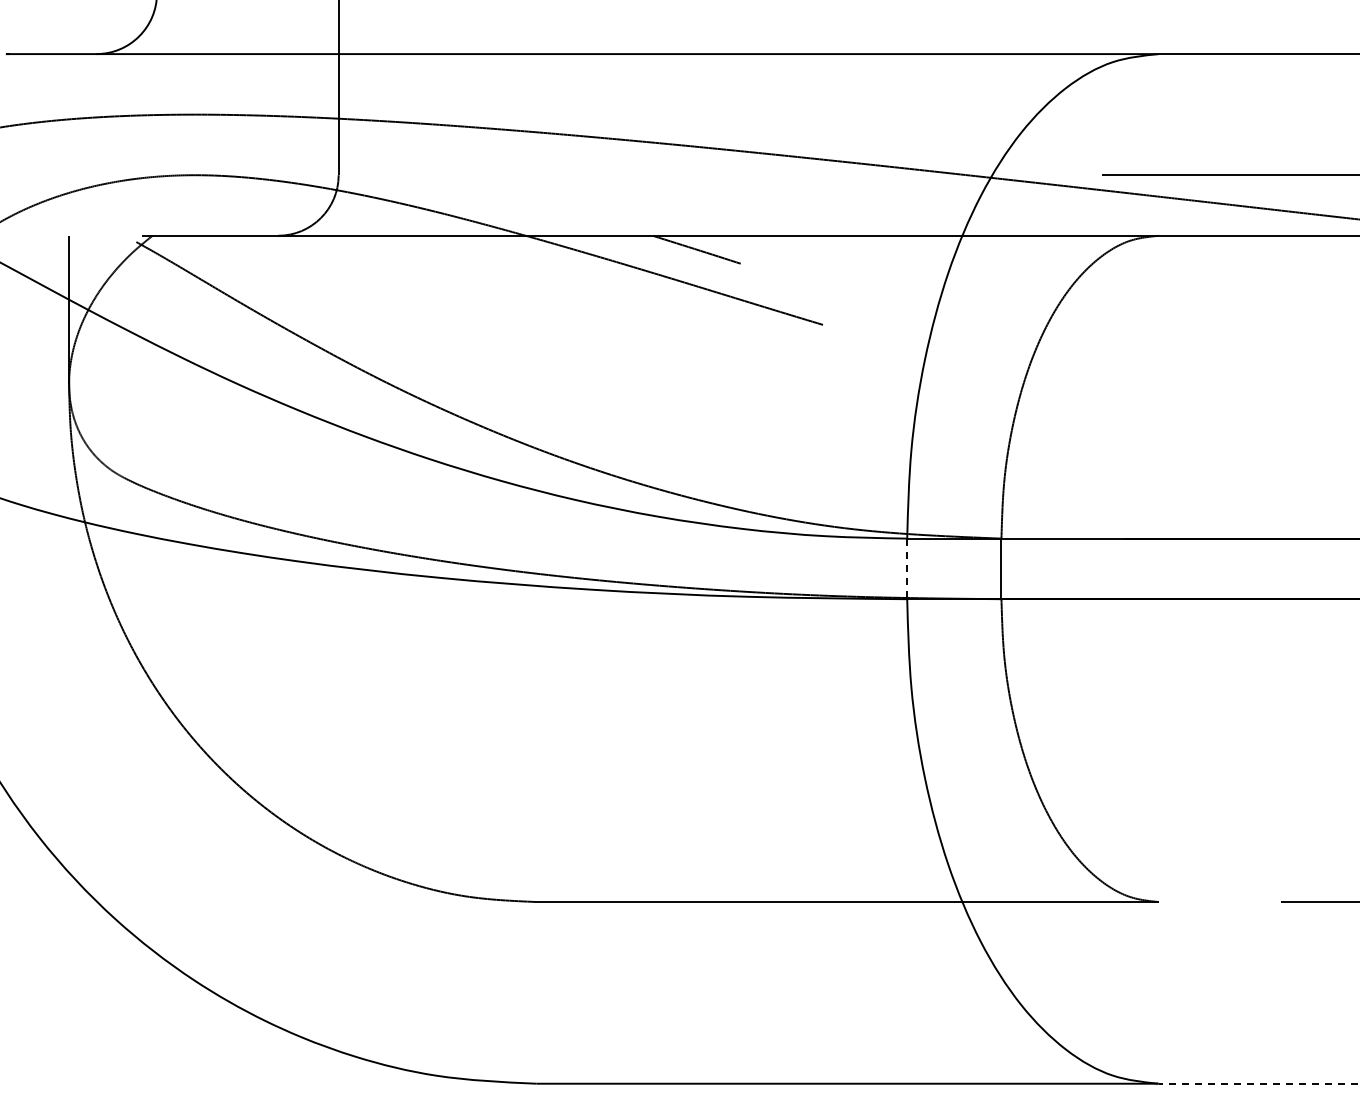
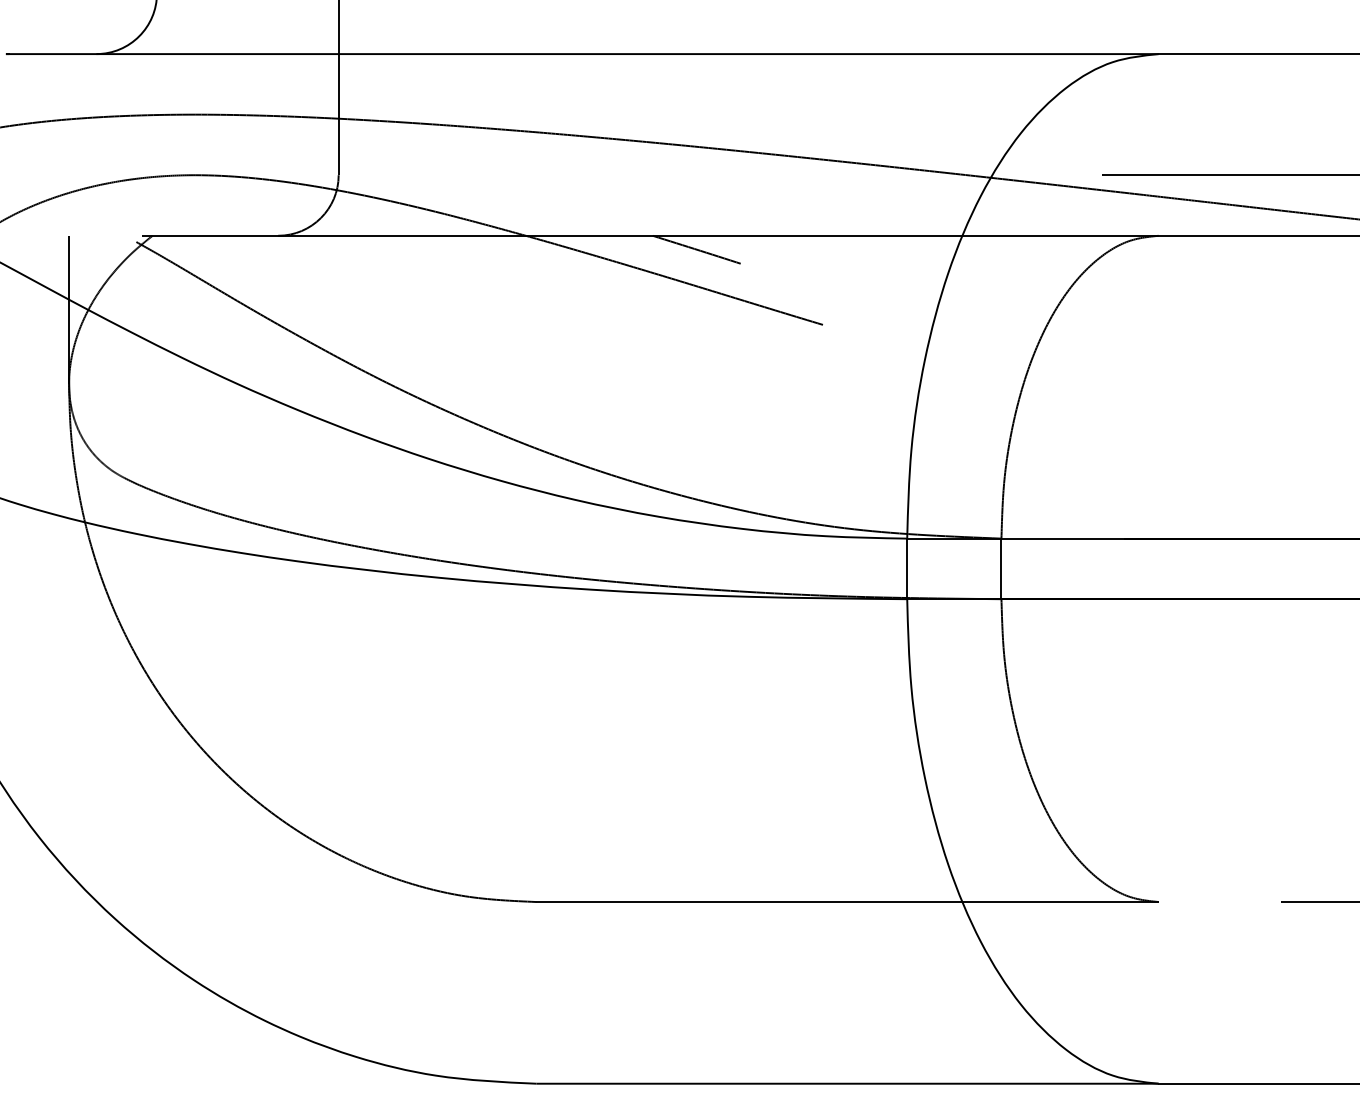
line at (907, 569): dashed -> solid
line at (1258, 1083): dashed -> solid
